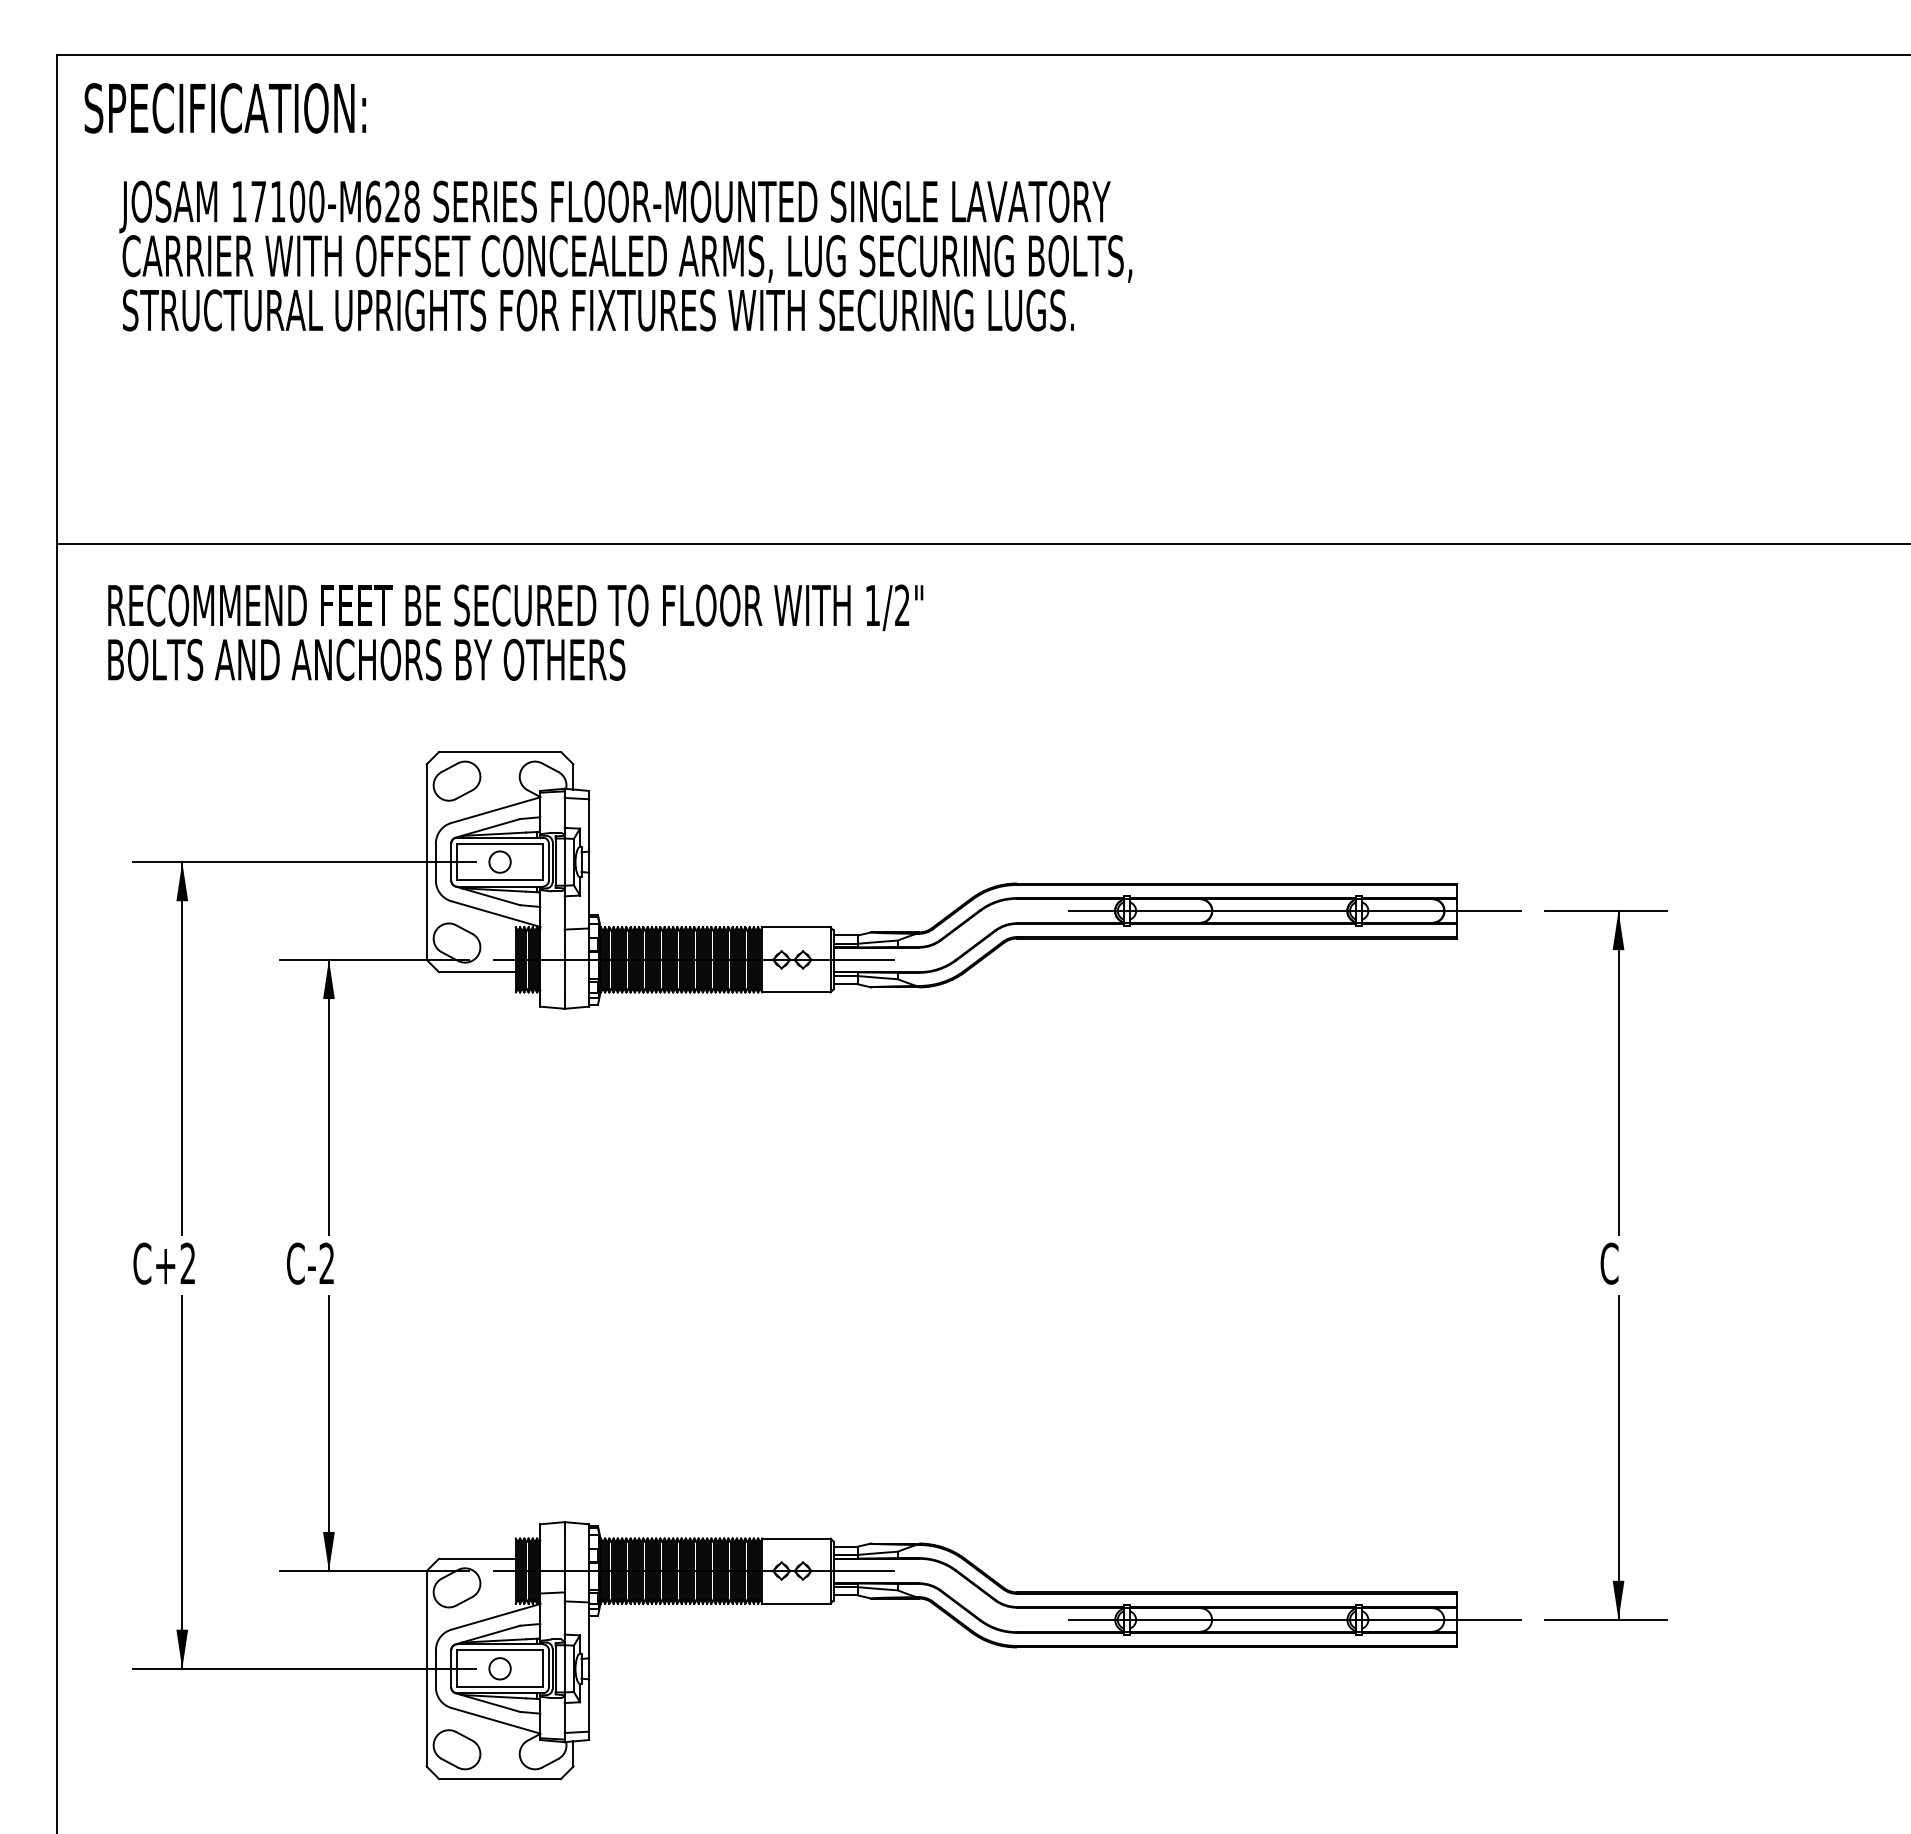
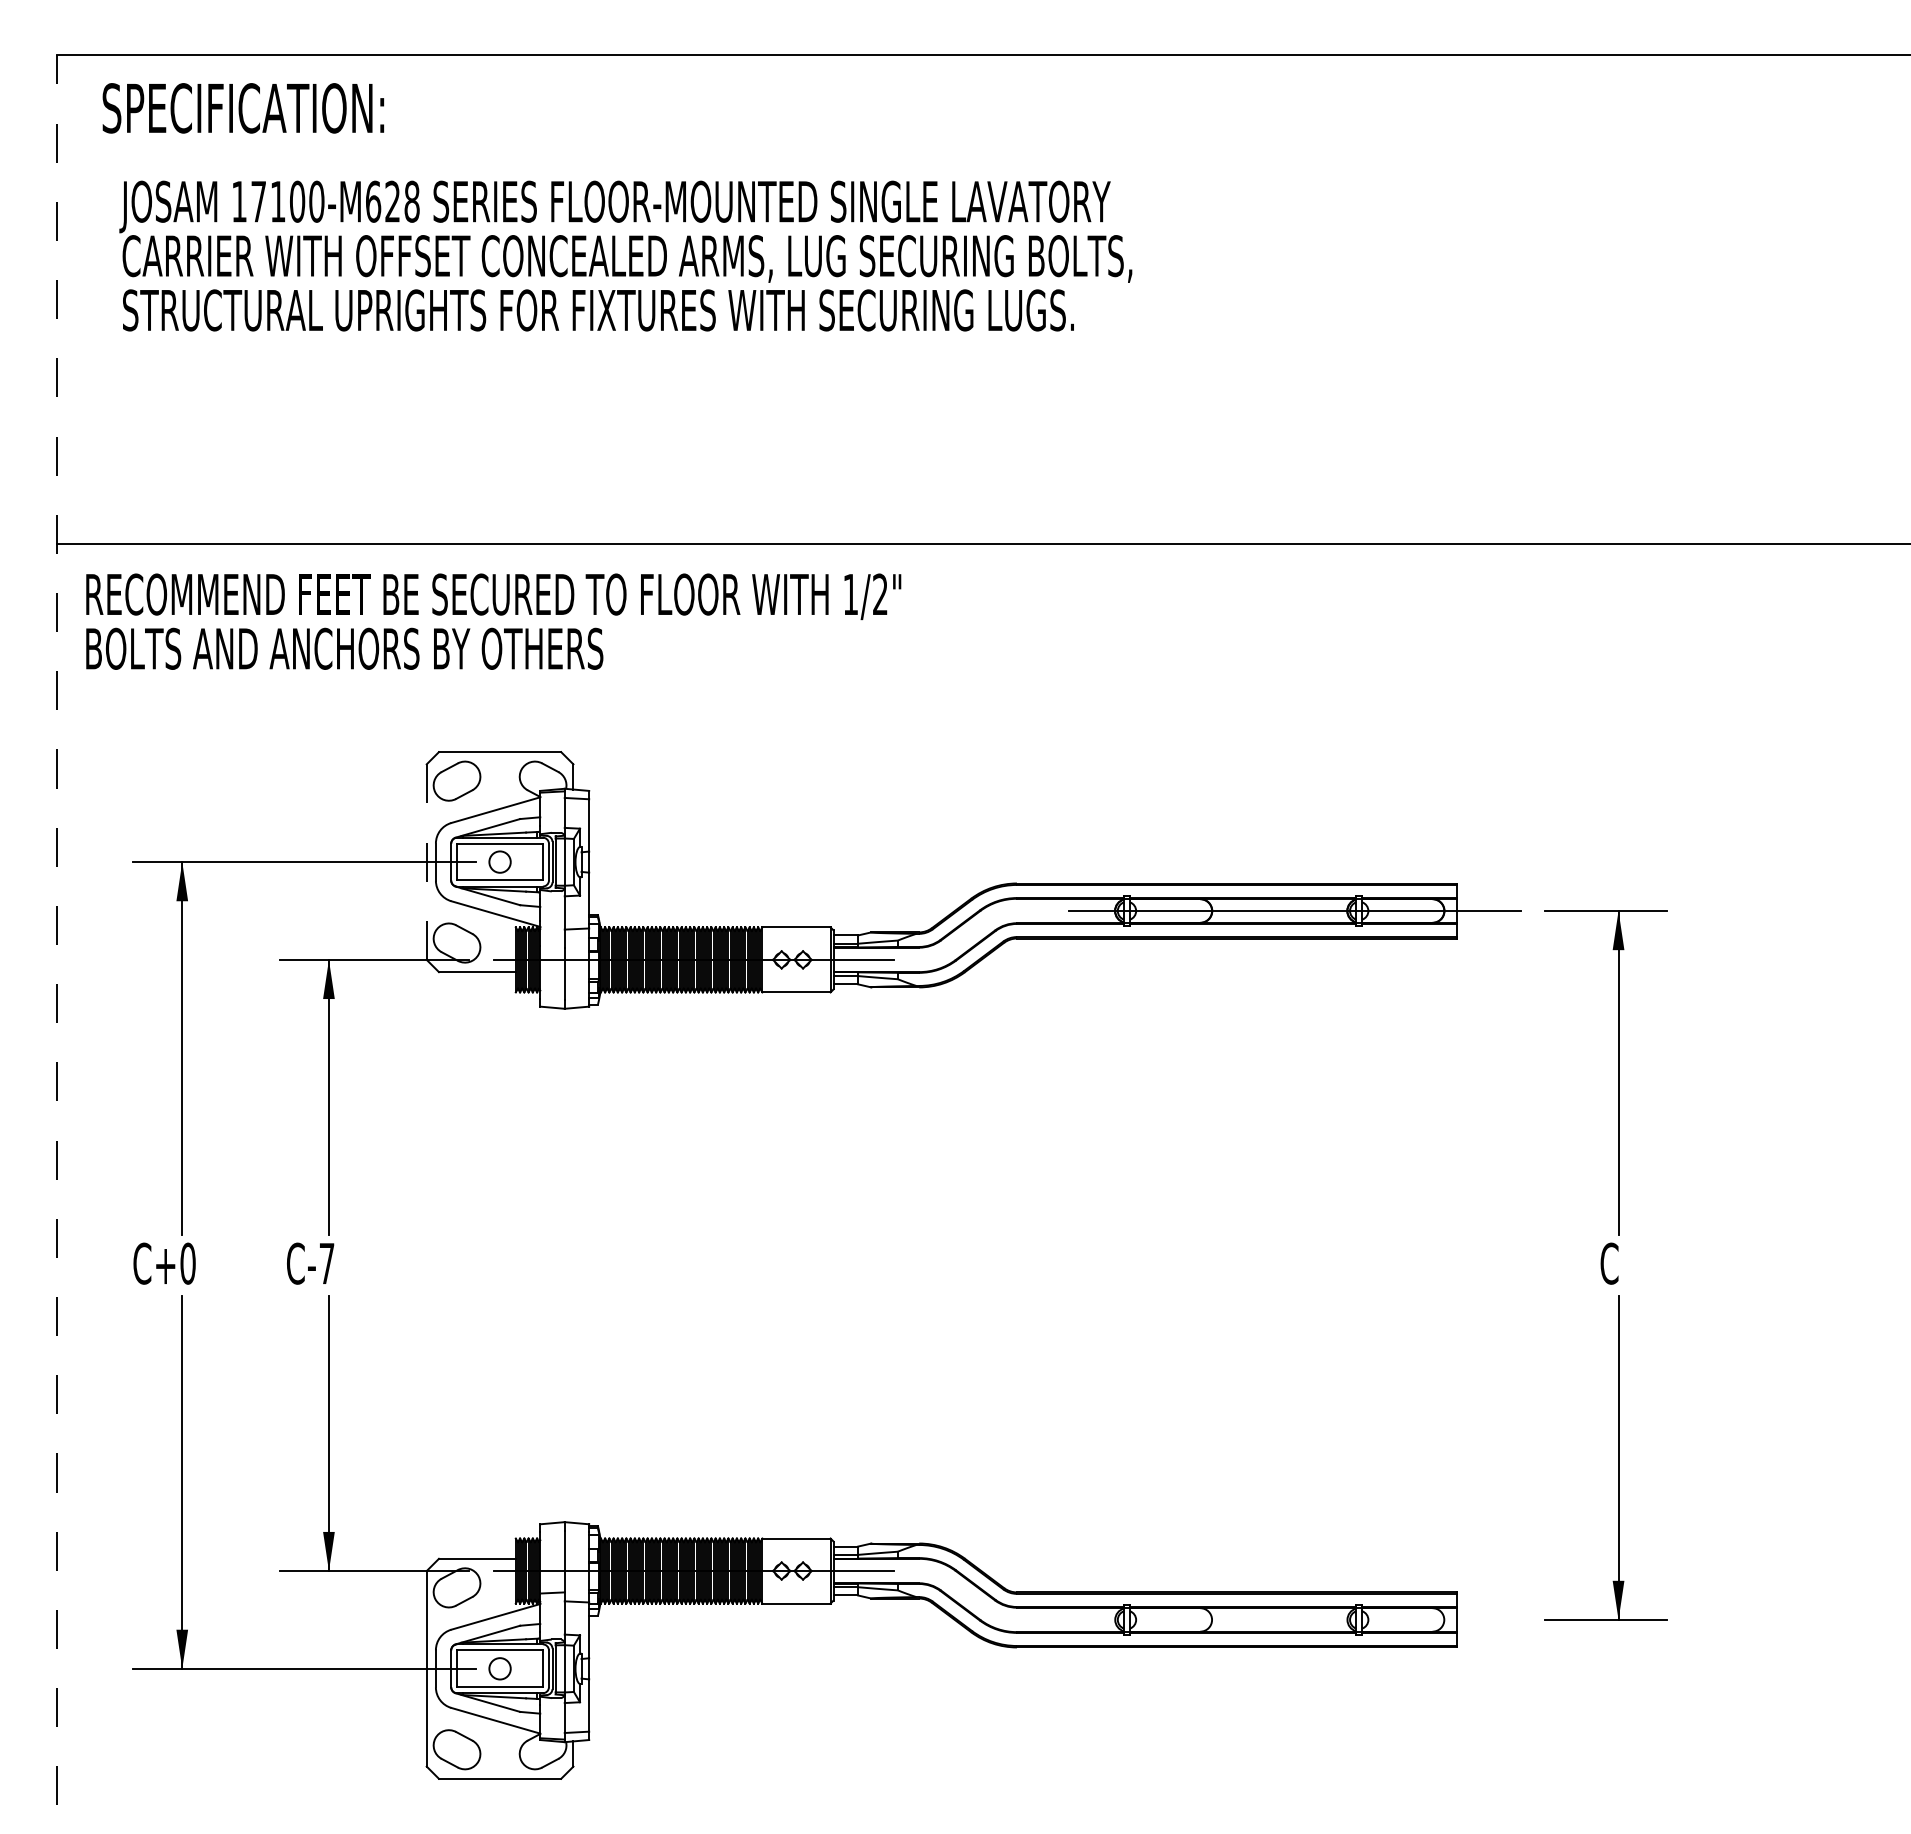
text at (225, 108) position: (225, 108) -> (243, 108)
part at (514, 638) position: (514, 638) -> (492, 627)
line at (426, 862): solid -> dashed
line at (57, 944): solid -> dashed
text at (326, 1262): C-2 -> C-7
text at (187, 1263): C+2 -> C+0
line at (1294, 1619): present -> none
